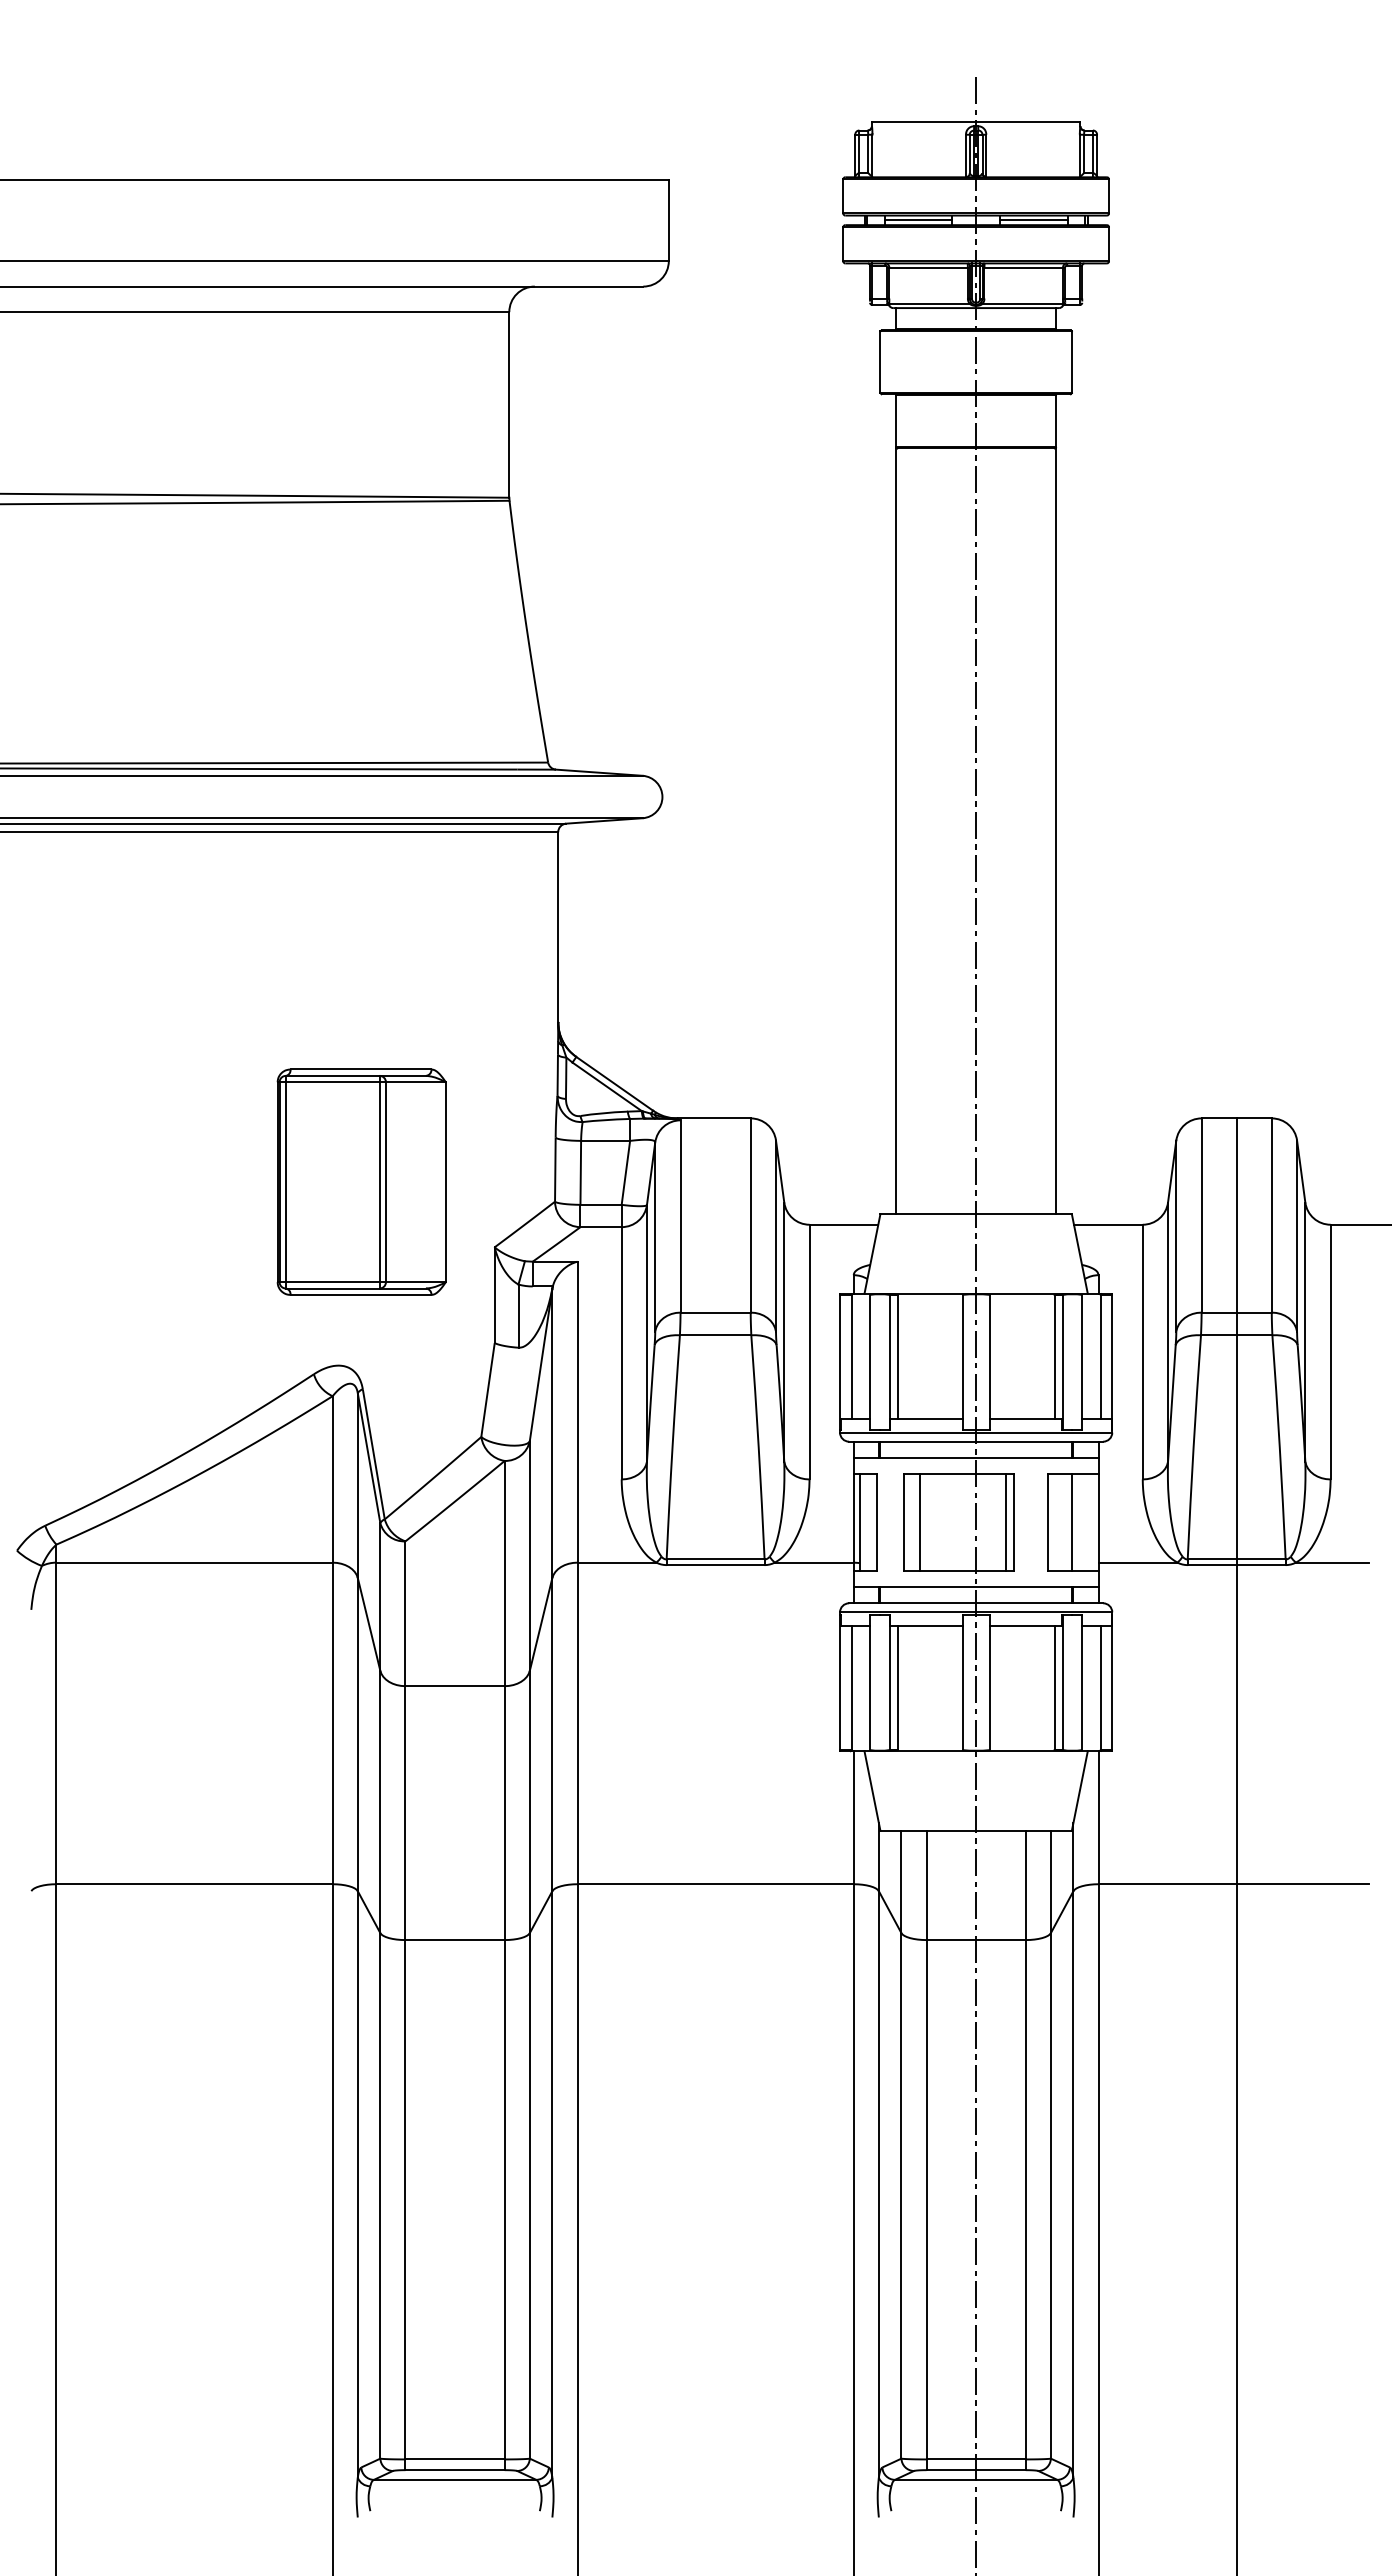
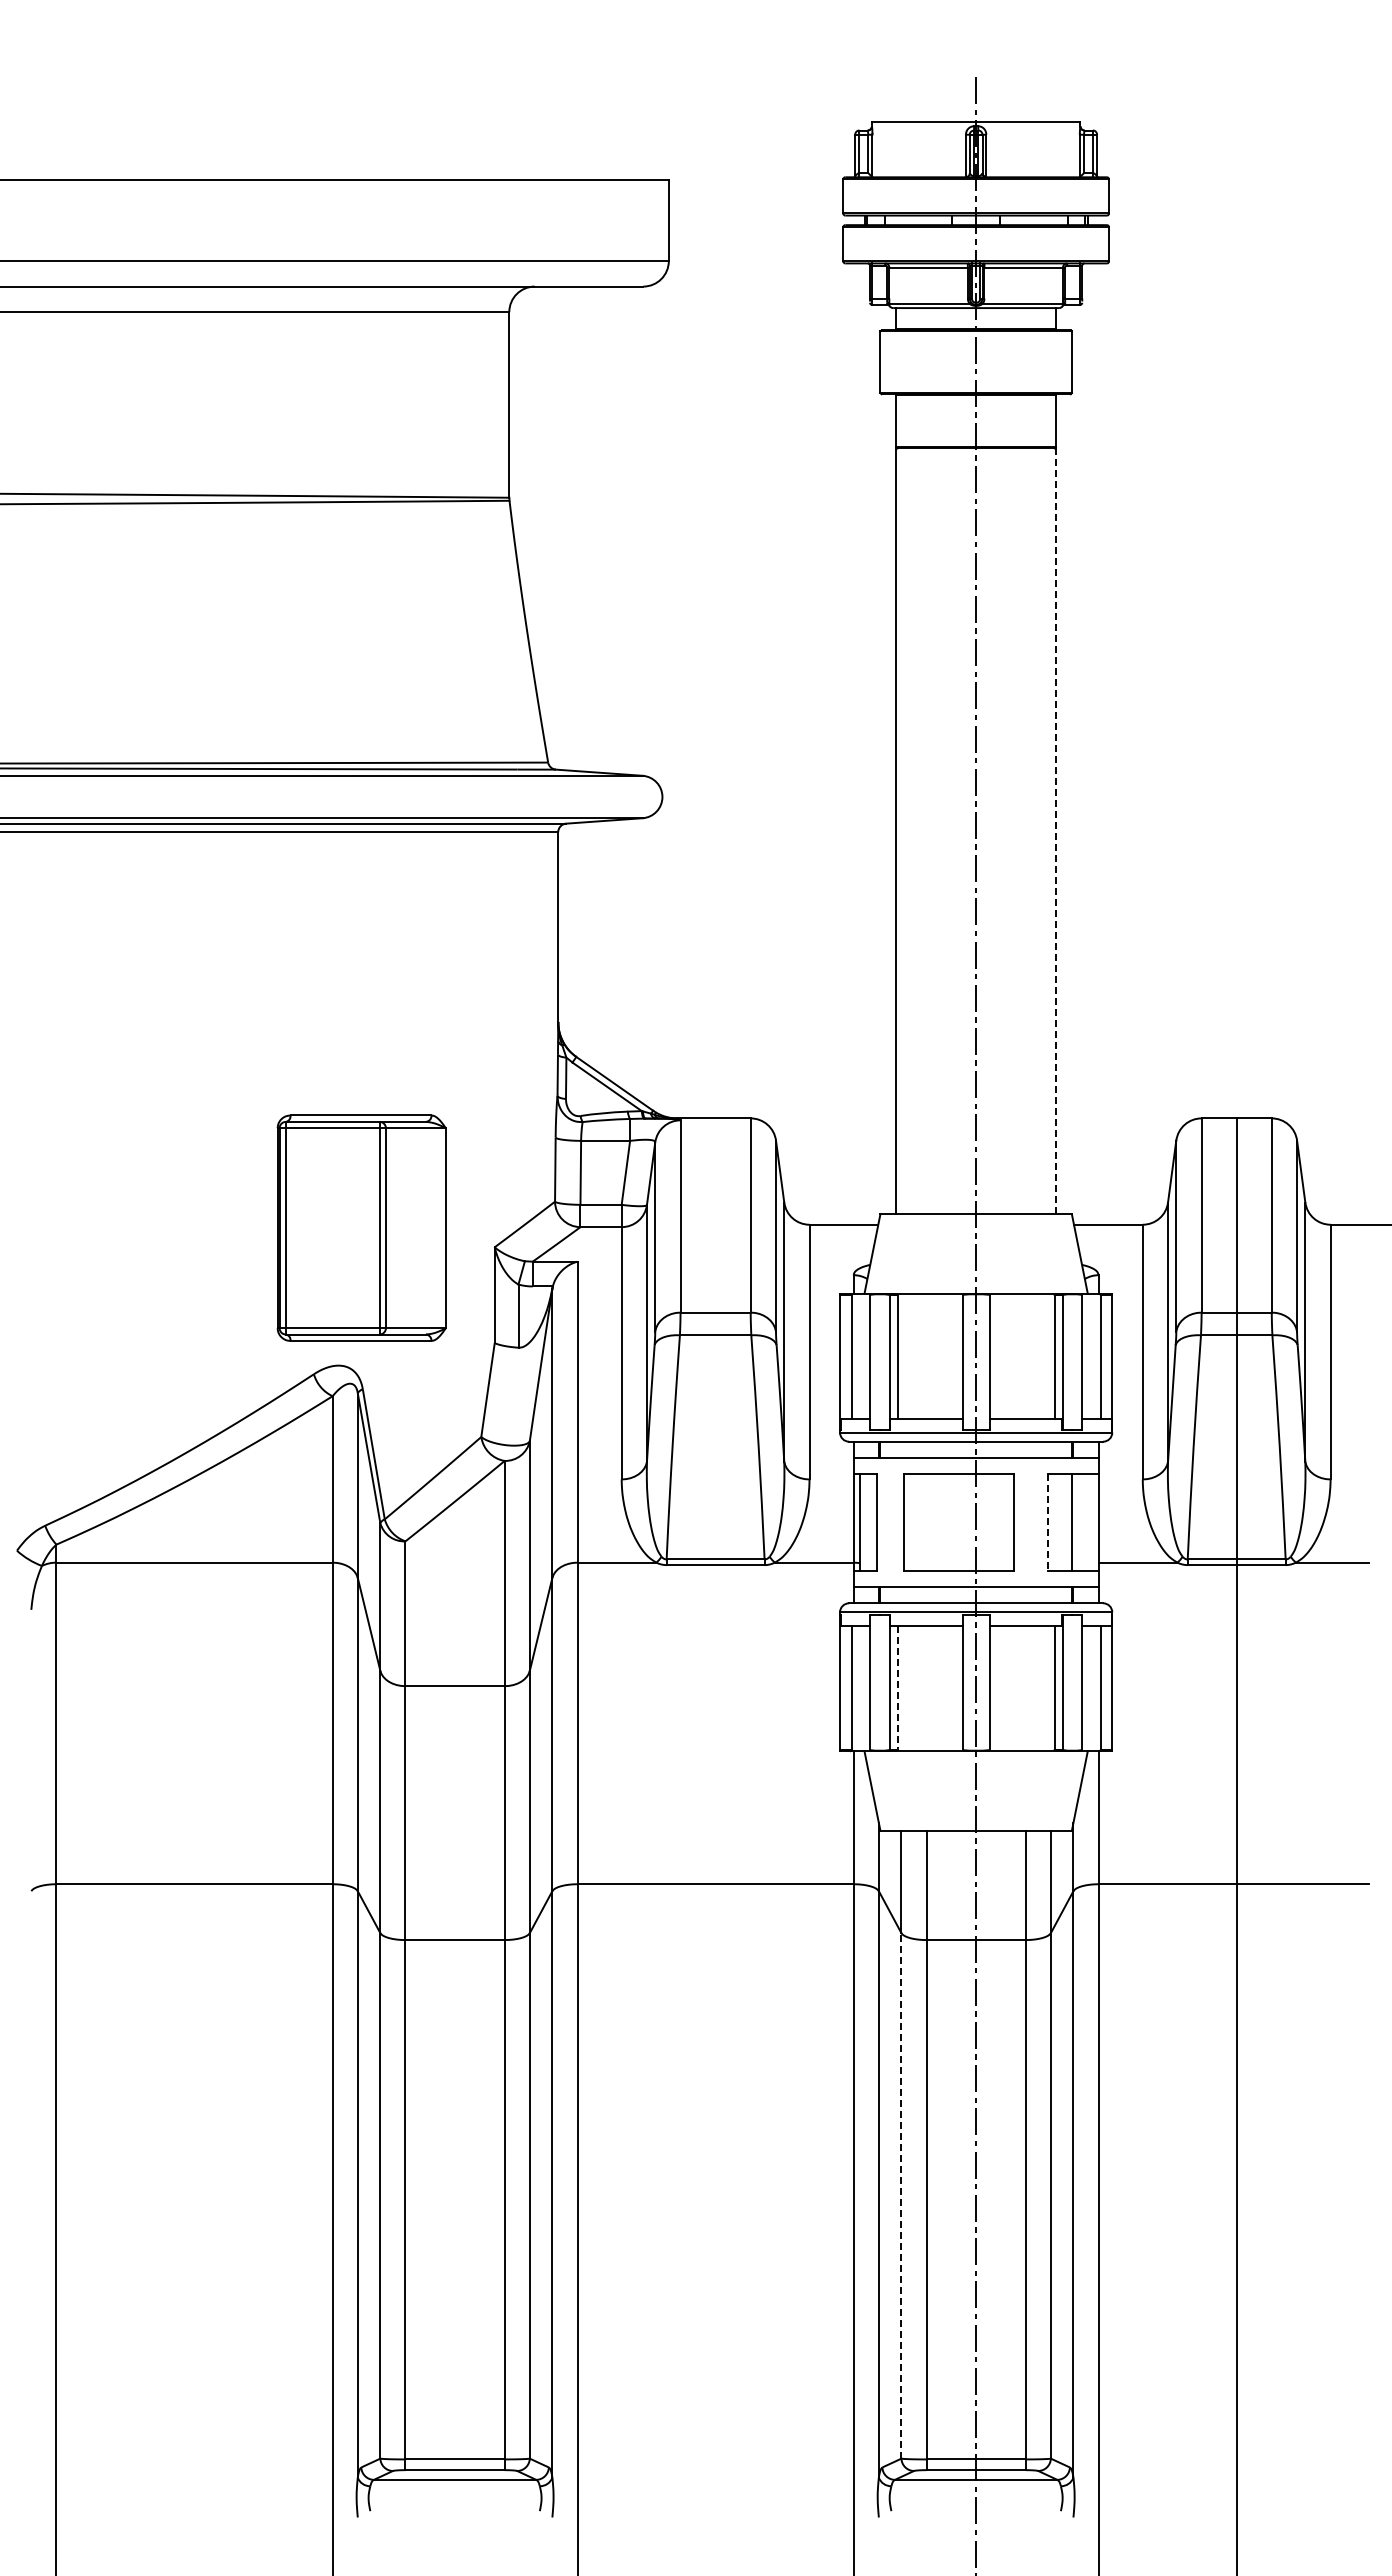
line at (918, 219): present -> none
line at (1033, 219): present -> none
line at (1055, 831): solid -> dashed
part at (361, 1181) position: (361, 1181) -> (361, 1227)
line at (919, 1522): present -> none
line at (1005, 1522): present -> none
line at (1048, 1523): solid -> dashed
line at (897, 1688): solid -> dashed
line at (901, 2195): solid -> dashed
